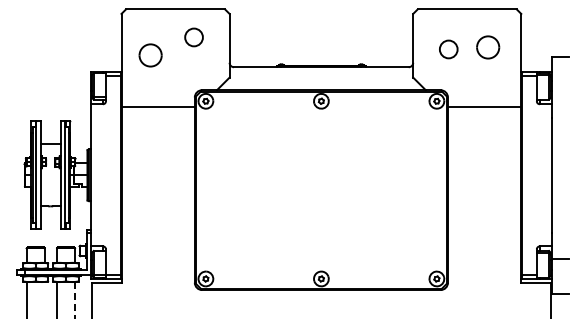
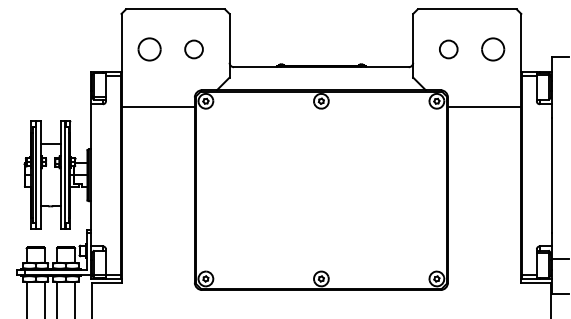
circle at (193, 37) position: (193, 37) -> (193, 49)
part at (488, 47) position: (488, 47) -> (493, 49)
part at (150, 55) position: (150, 55) -> (149, 49)
line at (44, 298): none -> present
line at (74, 300): dashed -> solid
